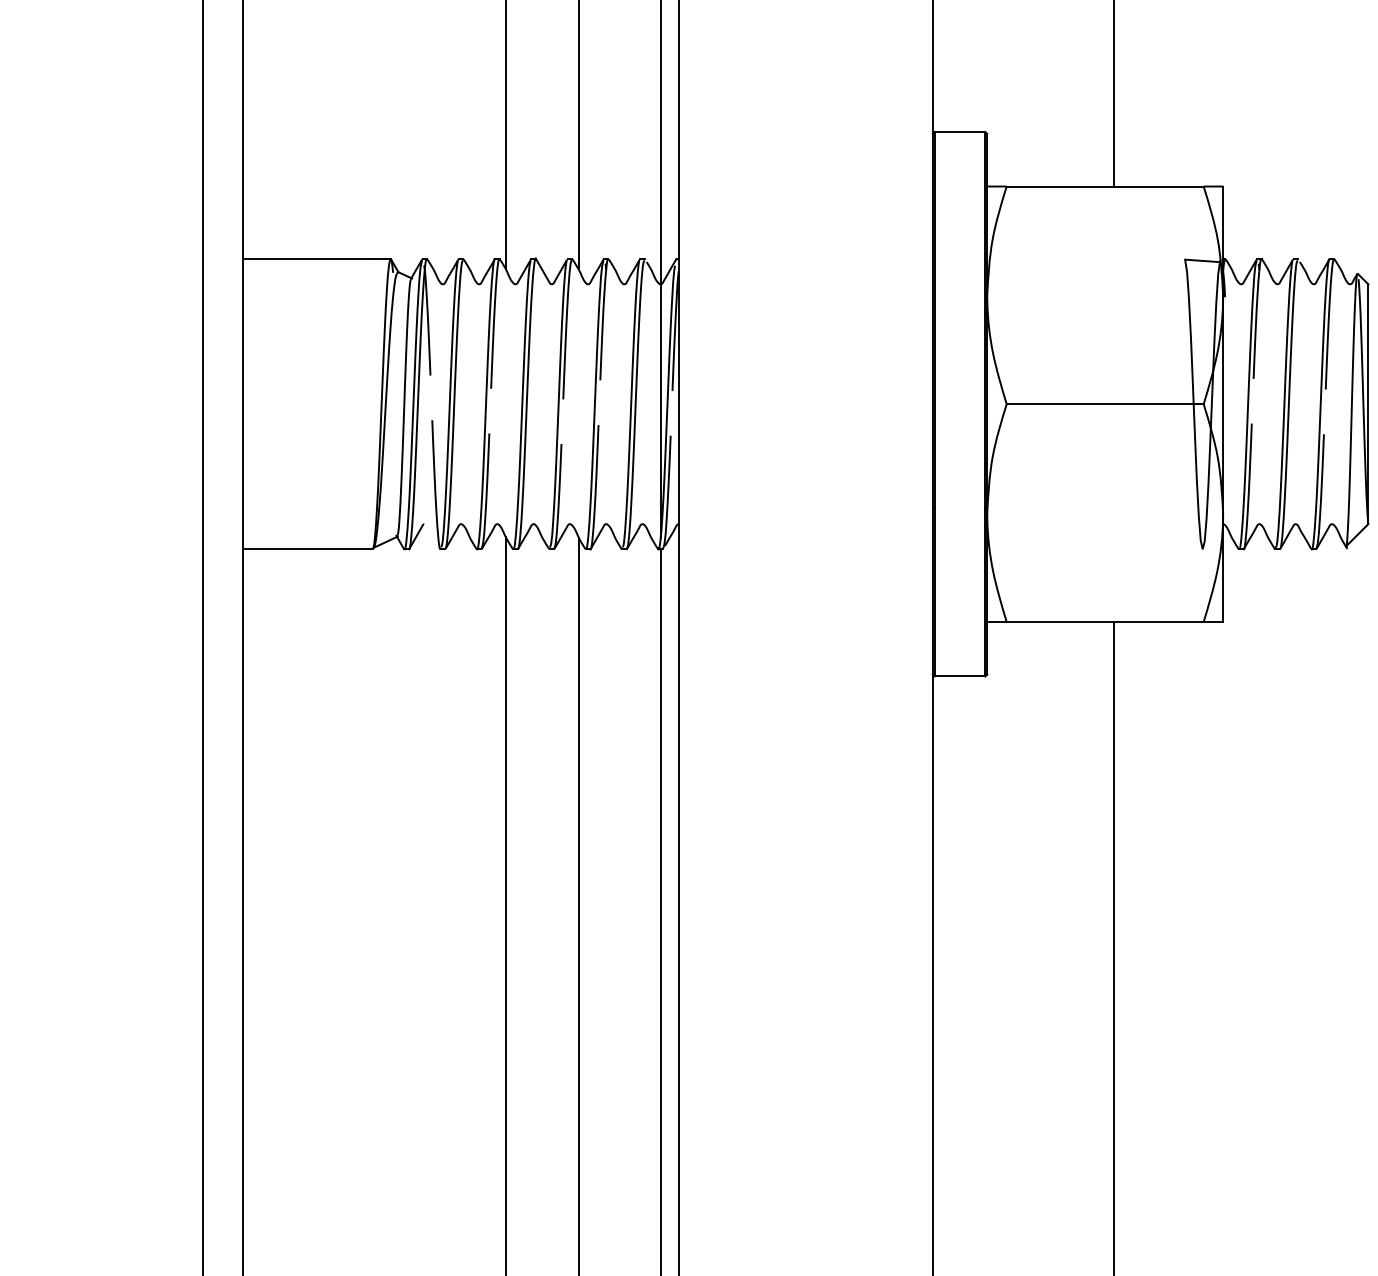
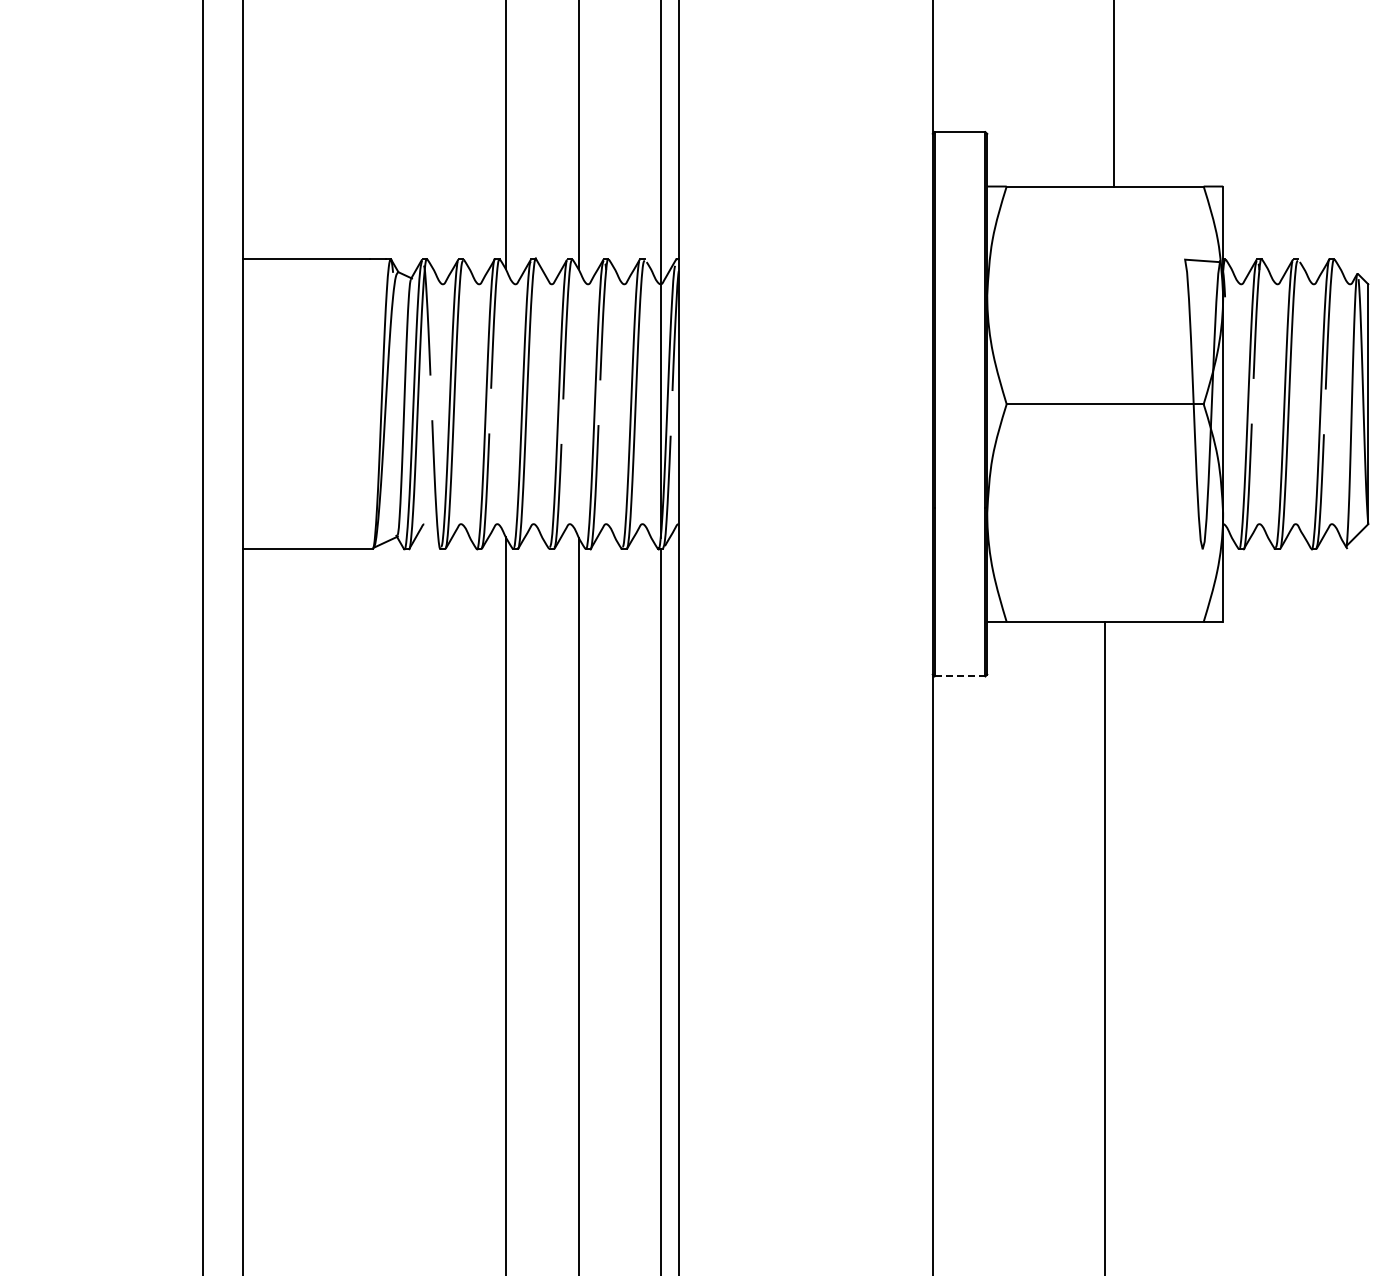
line at (960, 676): solid -> dashed
line at (1114, 946) position: (1114, 946) -> (1105, 946)
